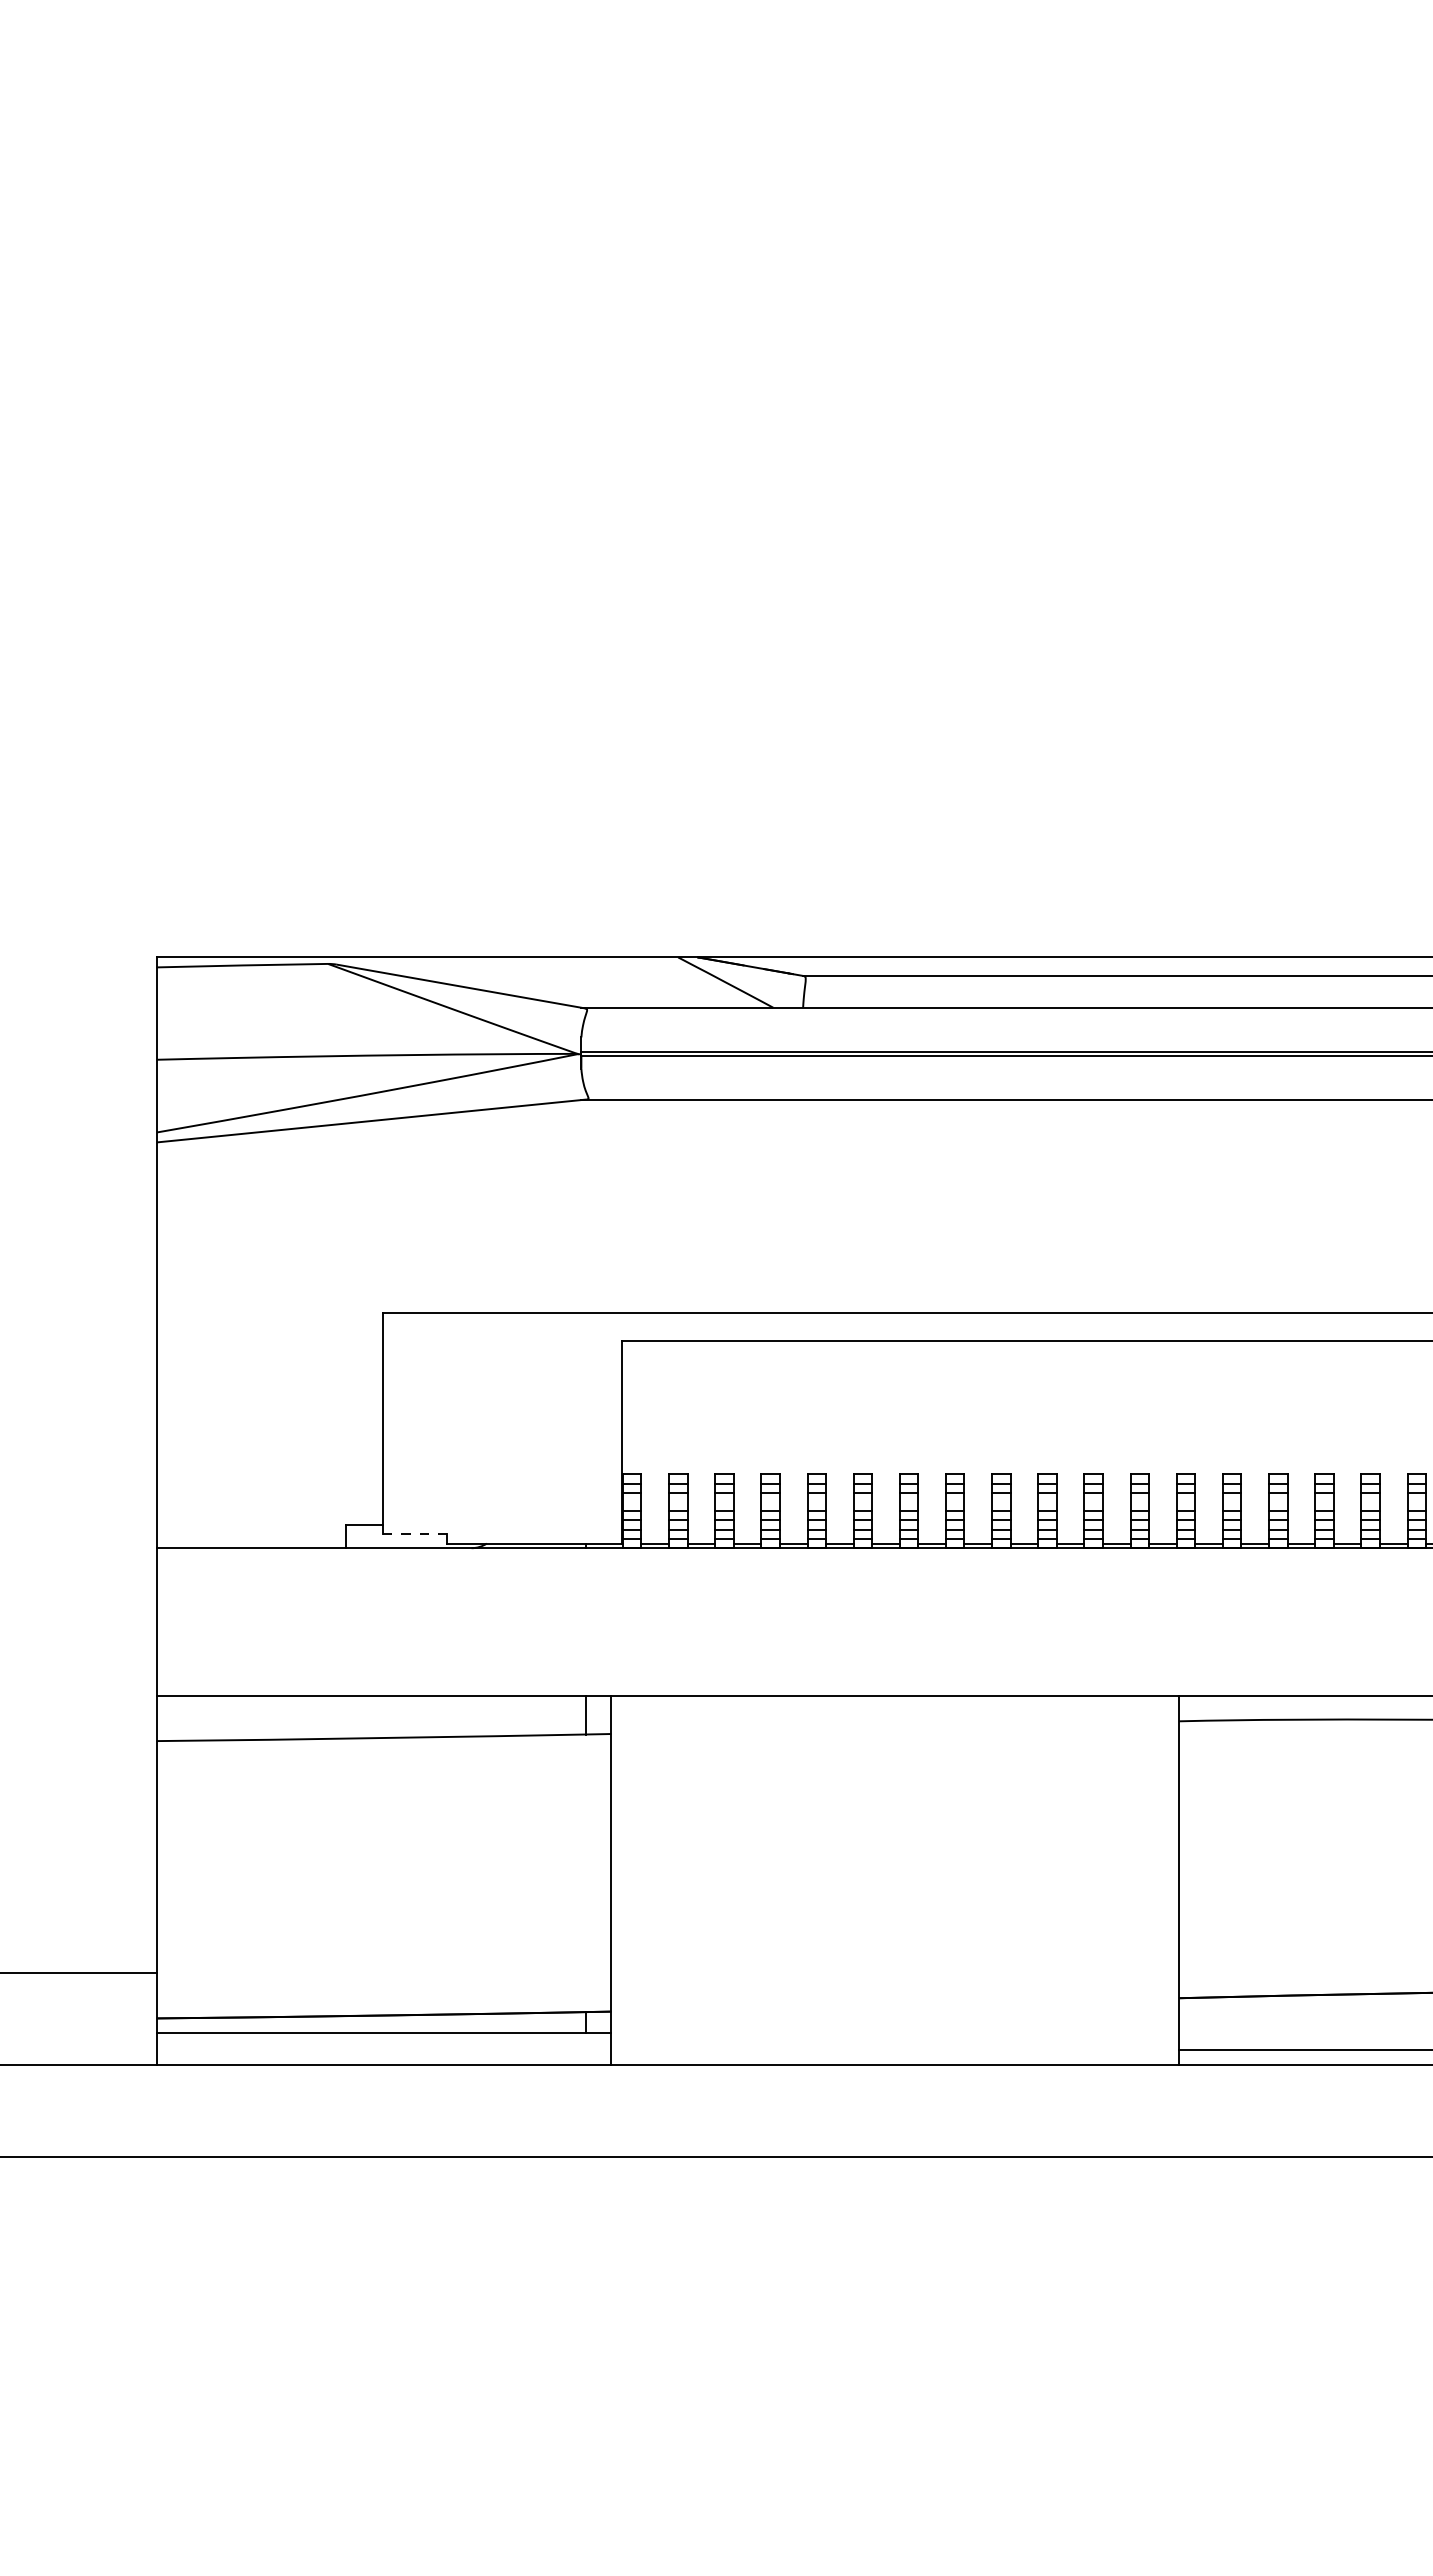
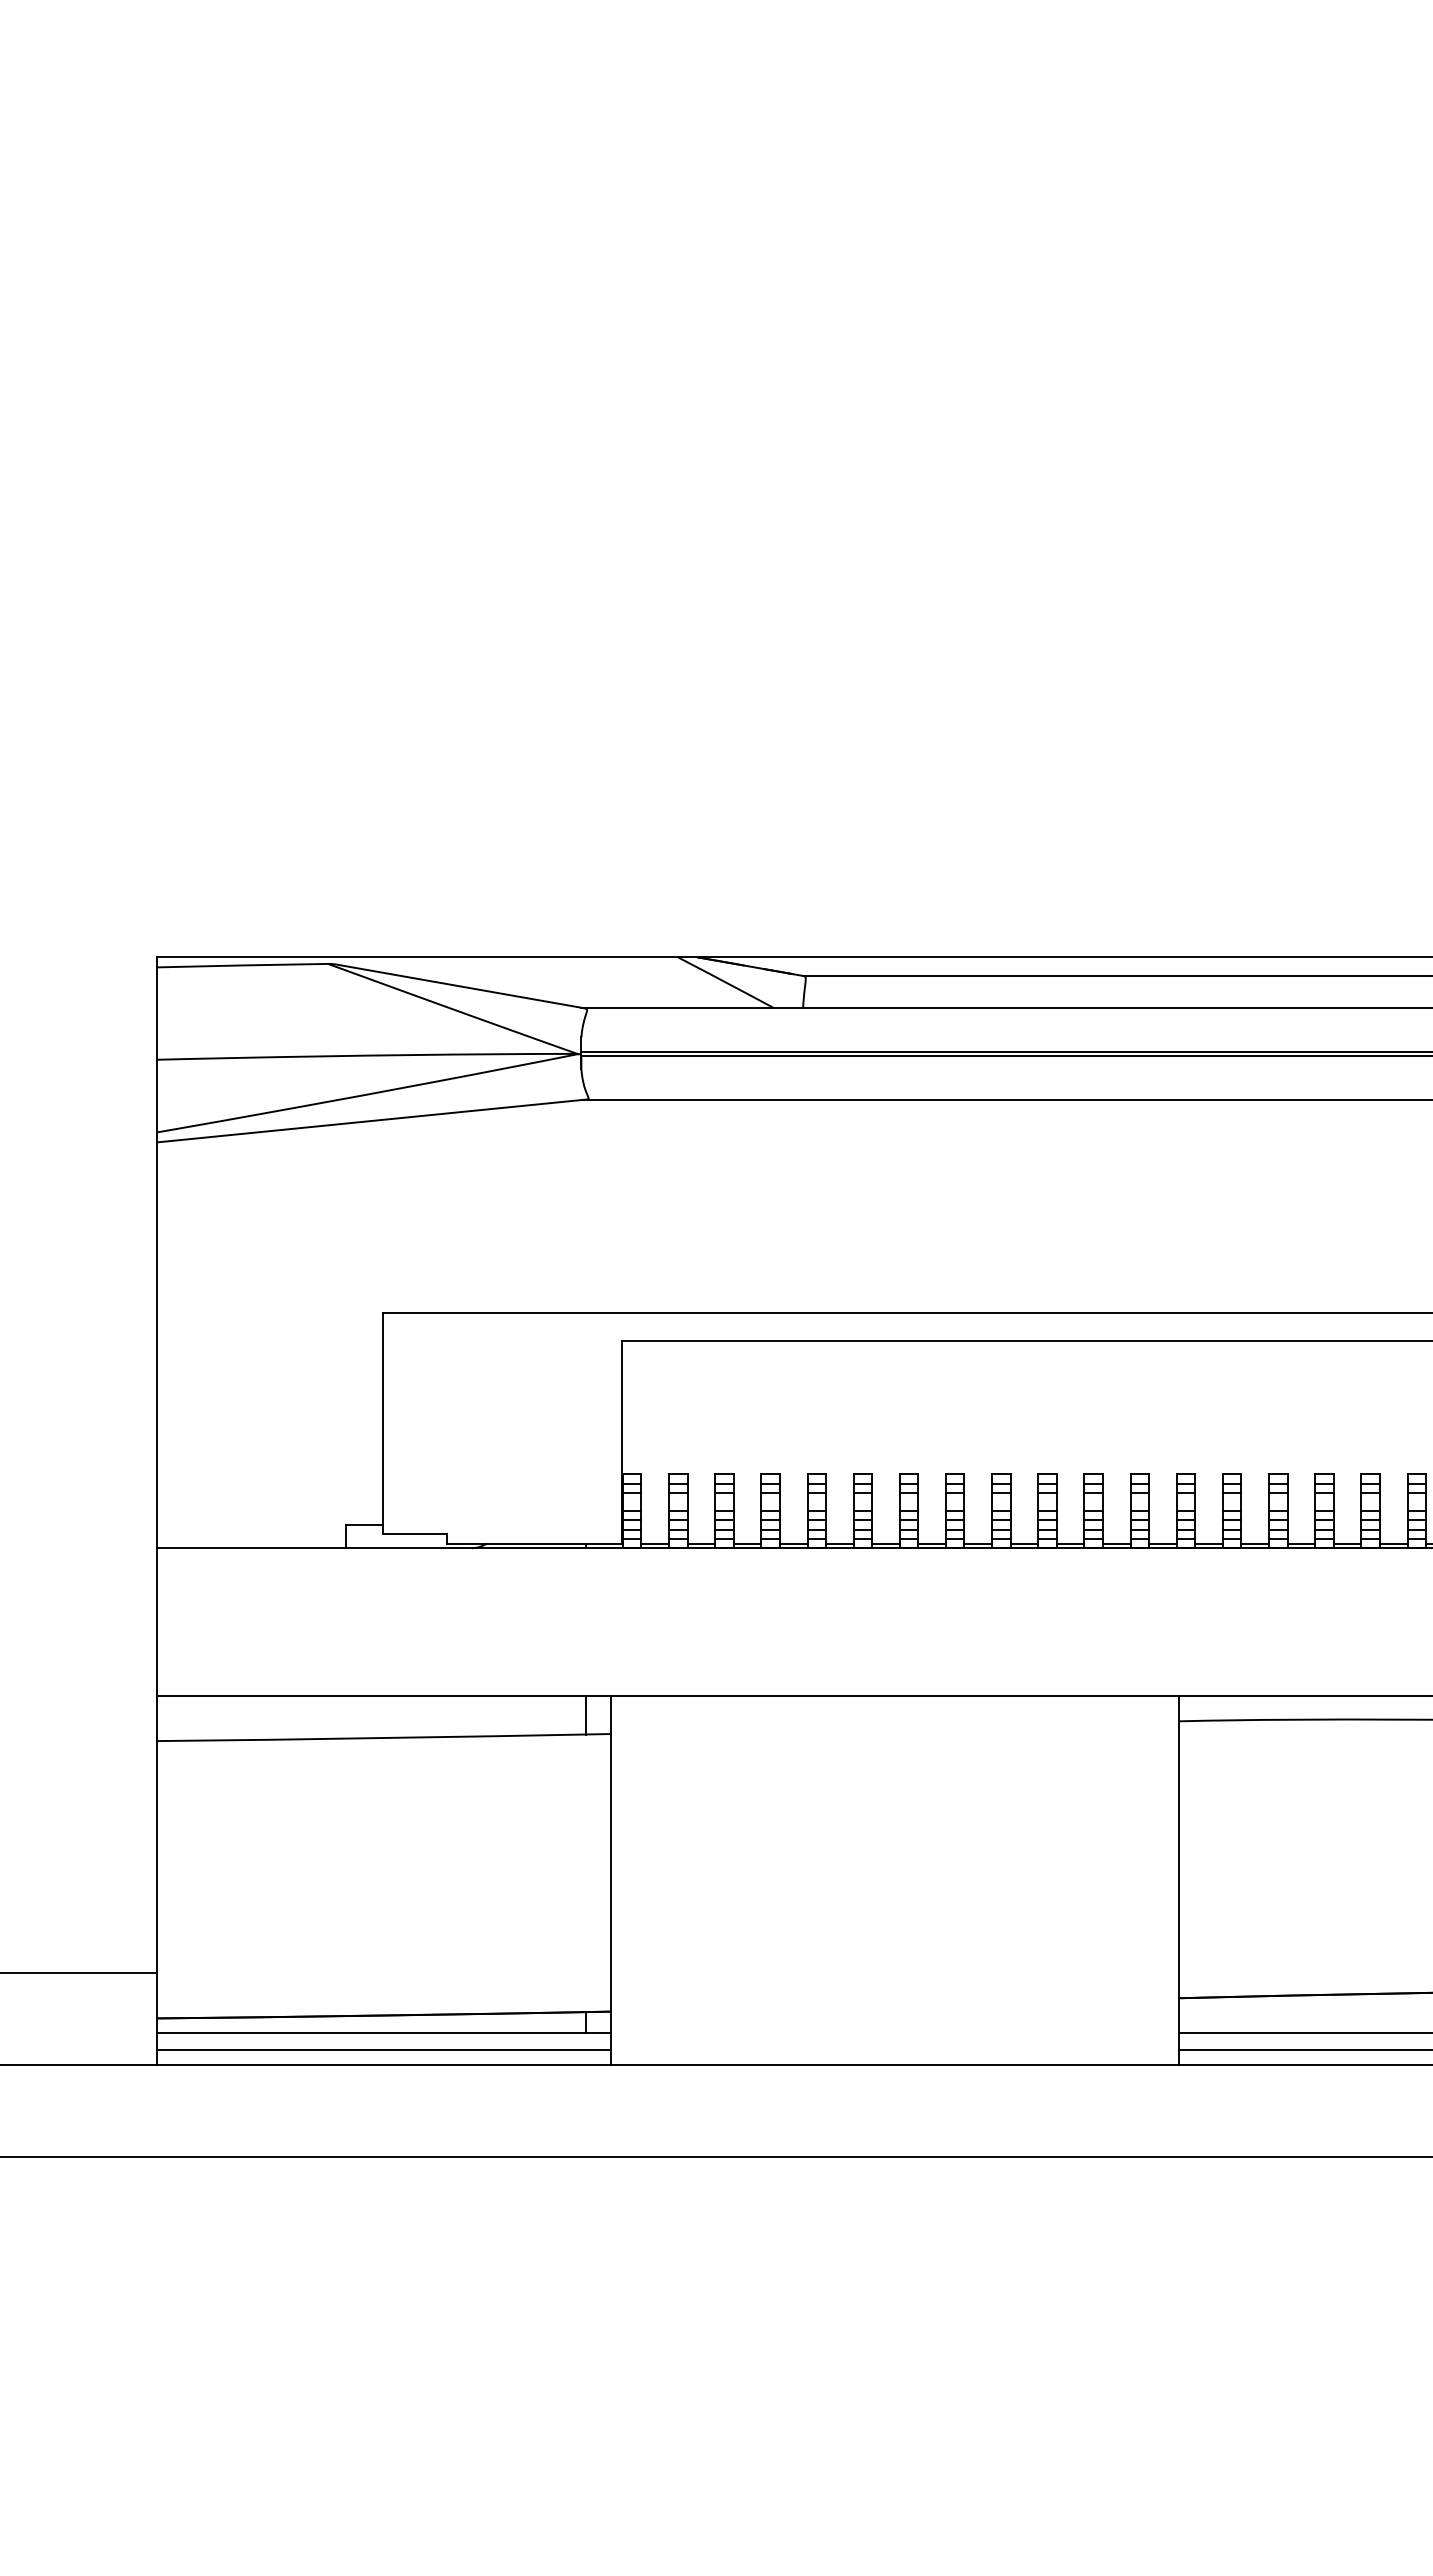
line at (415, 1534): dashed -> solid
line at (1304, 2032): none -> present
line at (383, 2050): none -> present
